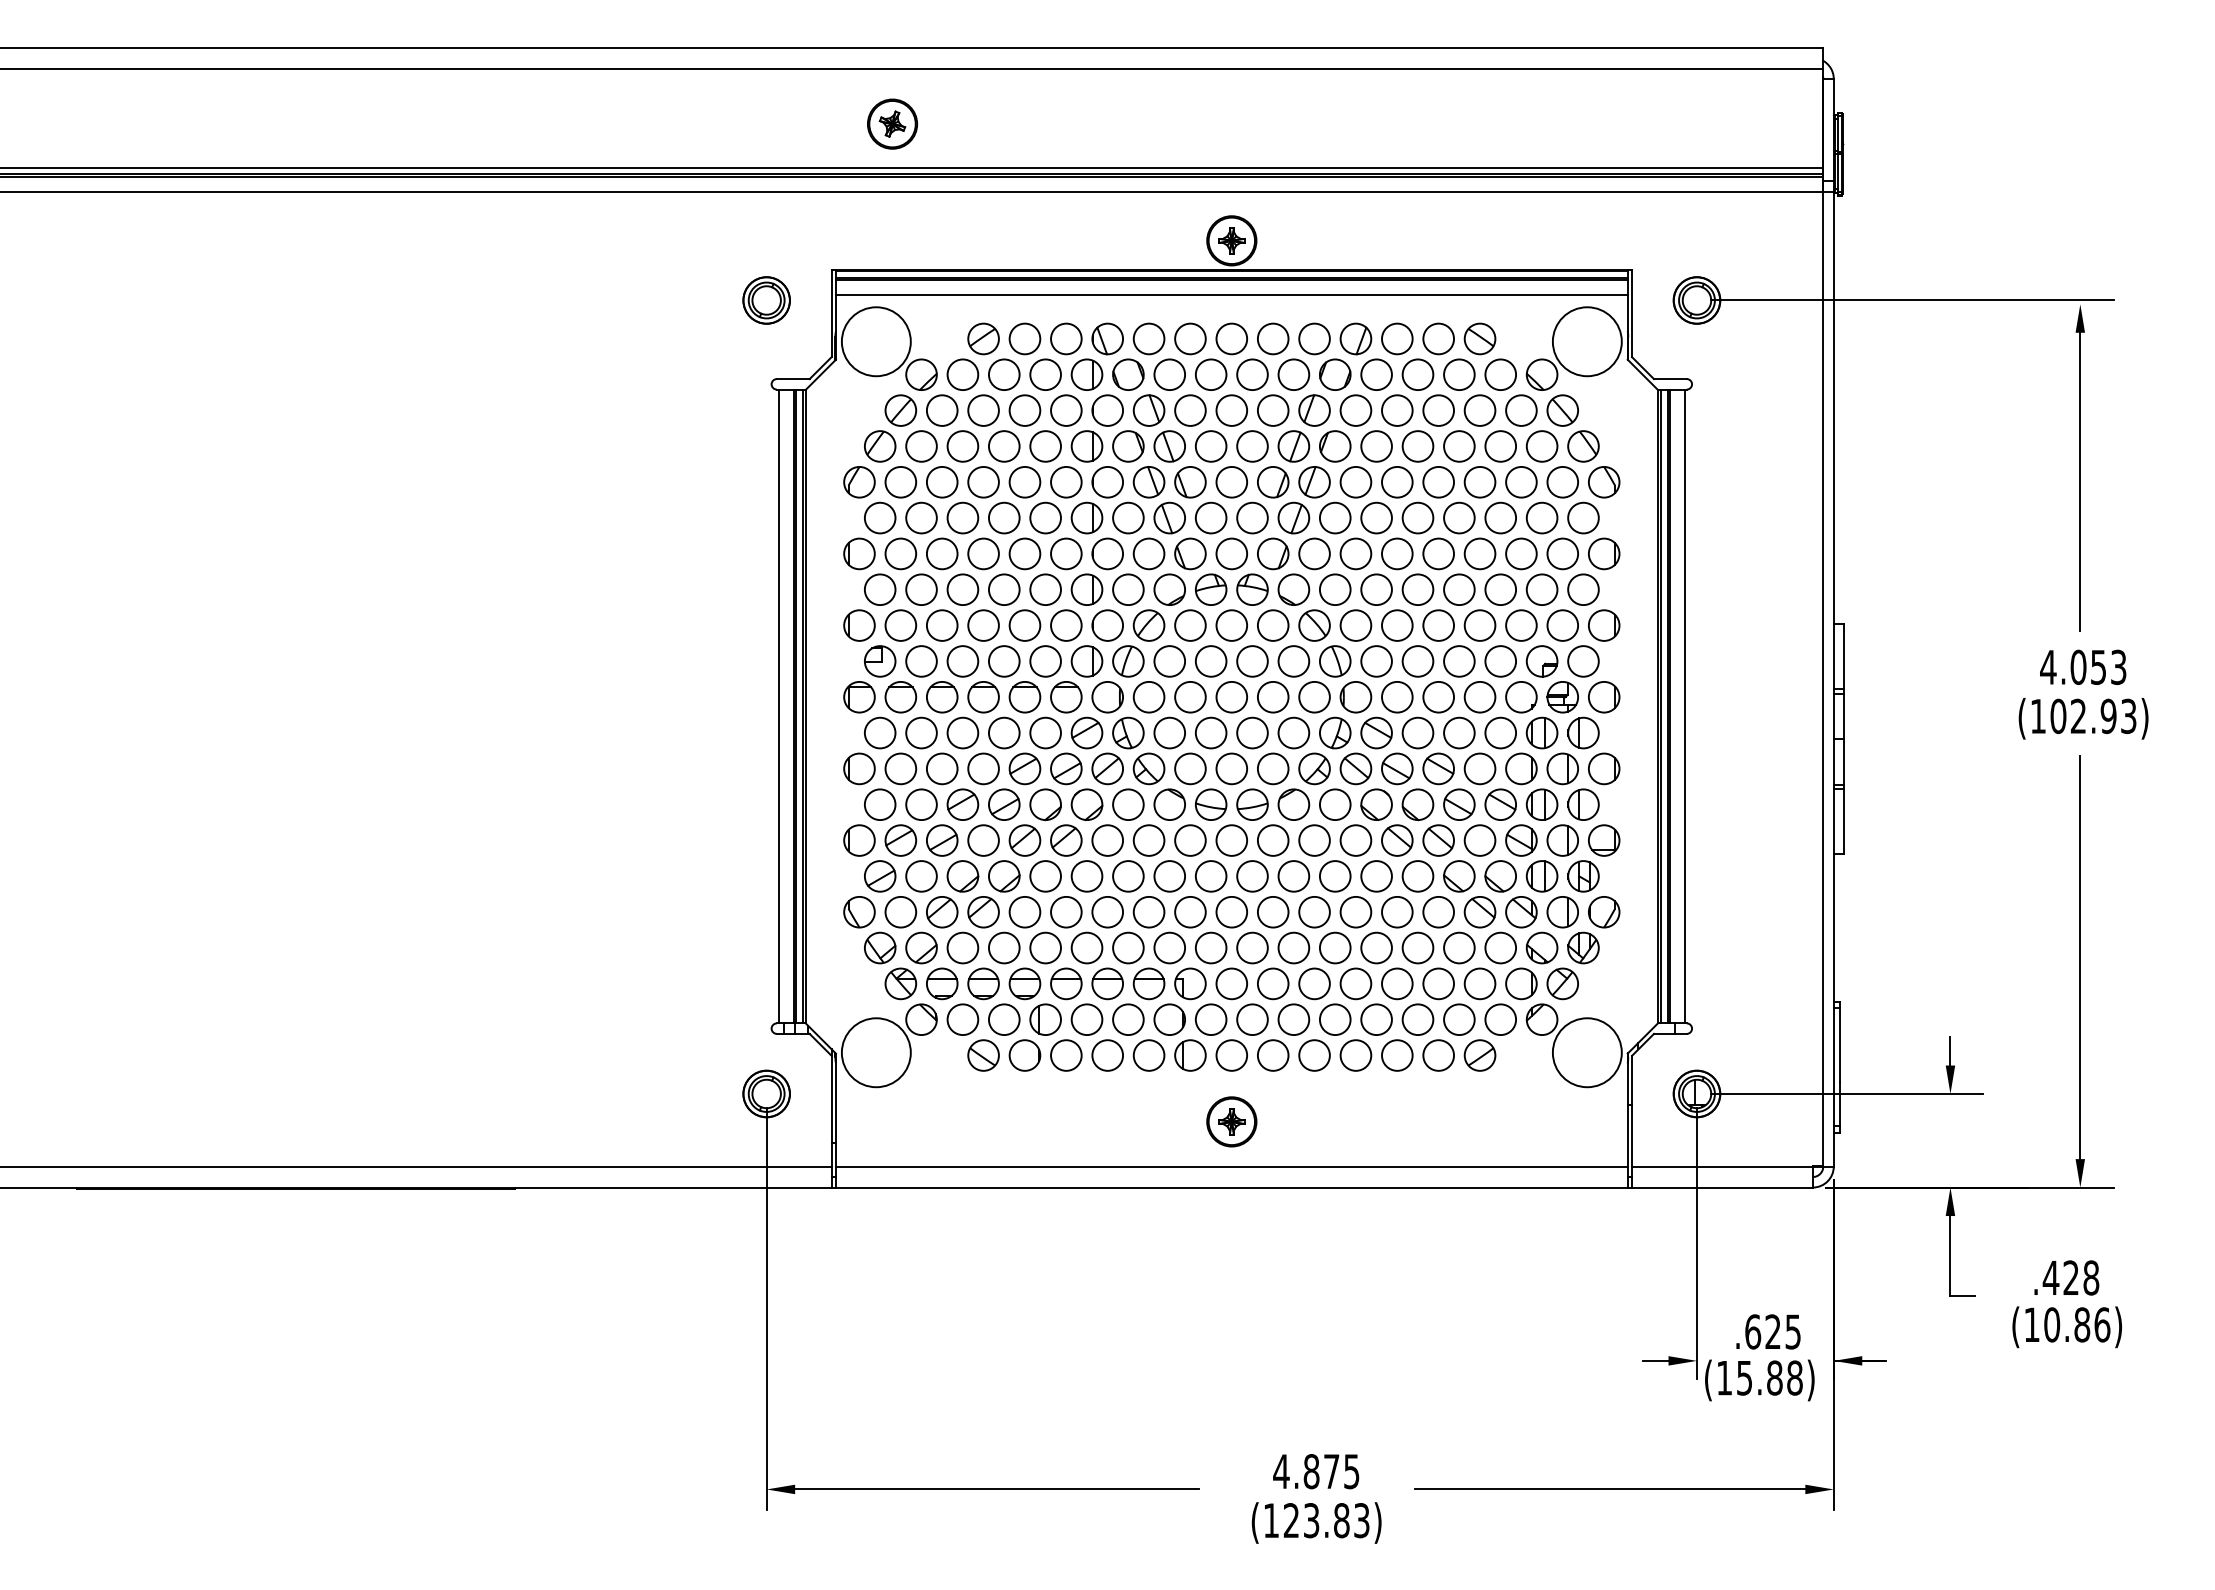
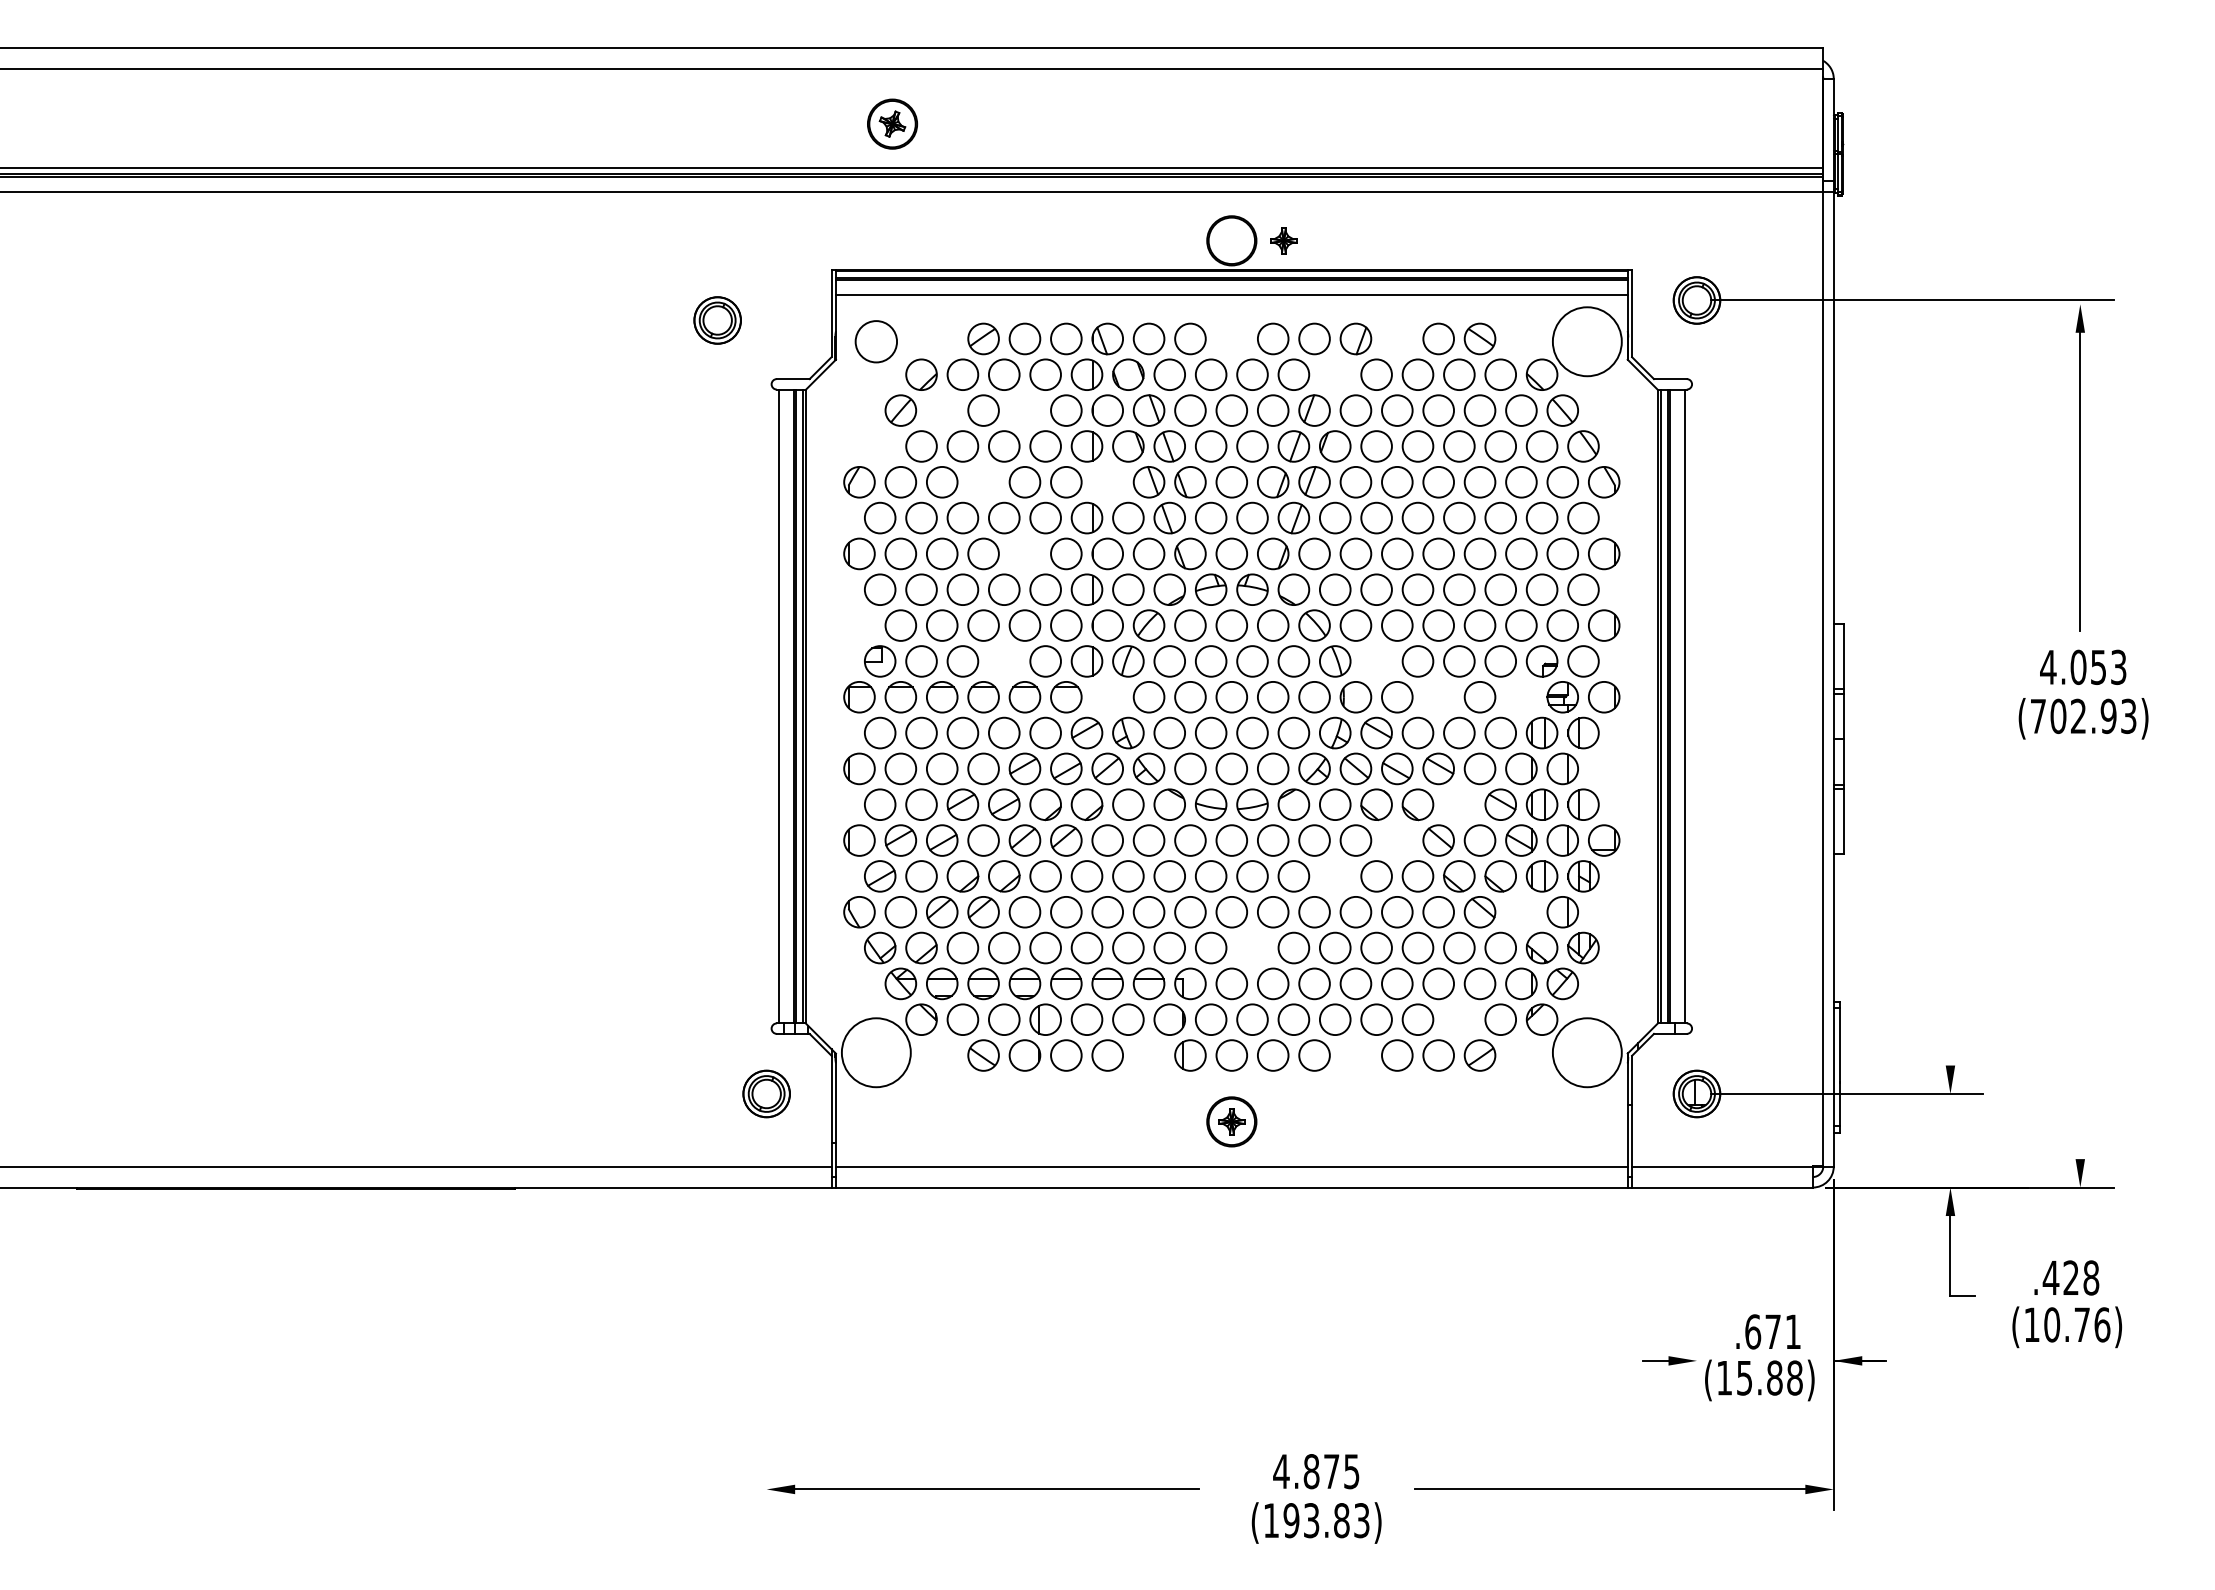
part at (1231, 240) position: (1231, 240) -> (1283, 240)
part at (766, 300) position: (766, 300) -> (717, 320)
circle at (1231, 338): present -> none
circle at (1397, 338): present -> none
circle at (875, 341) diameter: 69 px -> 41 px
part at (1335, 374): present -> none
circle at (942, 410): present -> none
circle at (1024, 410): present -> none
part at (880, 446): present -> none
circle at (983, 482): present -> none
circle at (1107, 482): present -> none
circle at (1024, 553): present -> none
part at (859, 625): present -> none
circle at (1004, 661): present -> none
circle at (1376, 661): present -> none
part at (1107, 697): present -> none
circle at (1438, 697): present -> none
part at (1521, 697): present -> none
text at (2038, 716): (102.93) -> (702.93)
part at (1604, 768): present -> none
part at (1459, 804): present -> none
part at (1397, 840): present -> none
circle at (1335, 876): present -> none
part at (1521, 912): present -> none
part at (1604, 912): present -> none
circle at (1252, 947): present -> none
line at (2080, 958): present -> none
circle at (1459, 1019): present -> none
line at (1950, 1051): present -> none
circle at (1148, 1055): present -> none
circle at (1355, 1055): present -> none
line at (1696, 1242): present -> none
line at (766, 1308): present -> none
text at (2082, 1324): (10.86) -> (10.76)
text at (1782, 1331): .625 -> .671
text at (1291, 1520): (123.83) -> (193.83)
